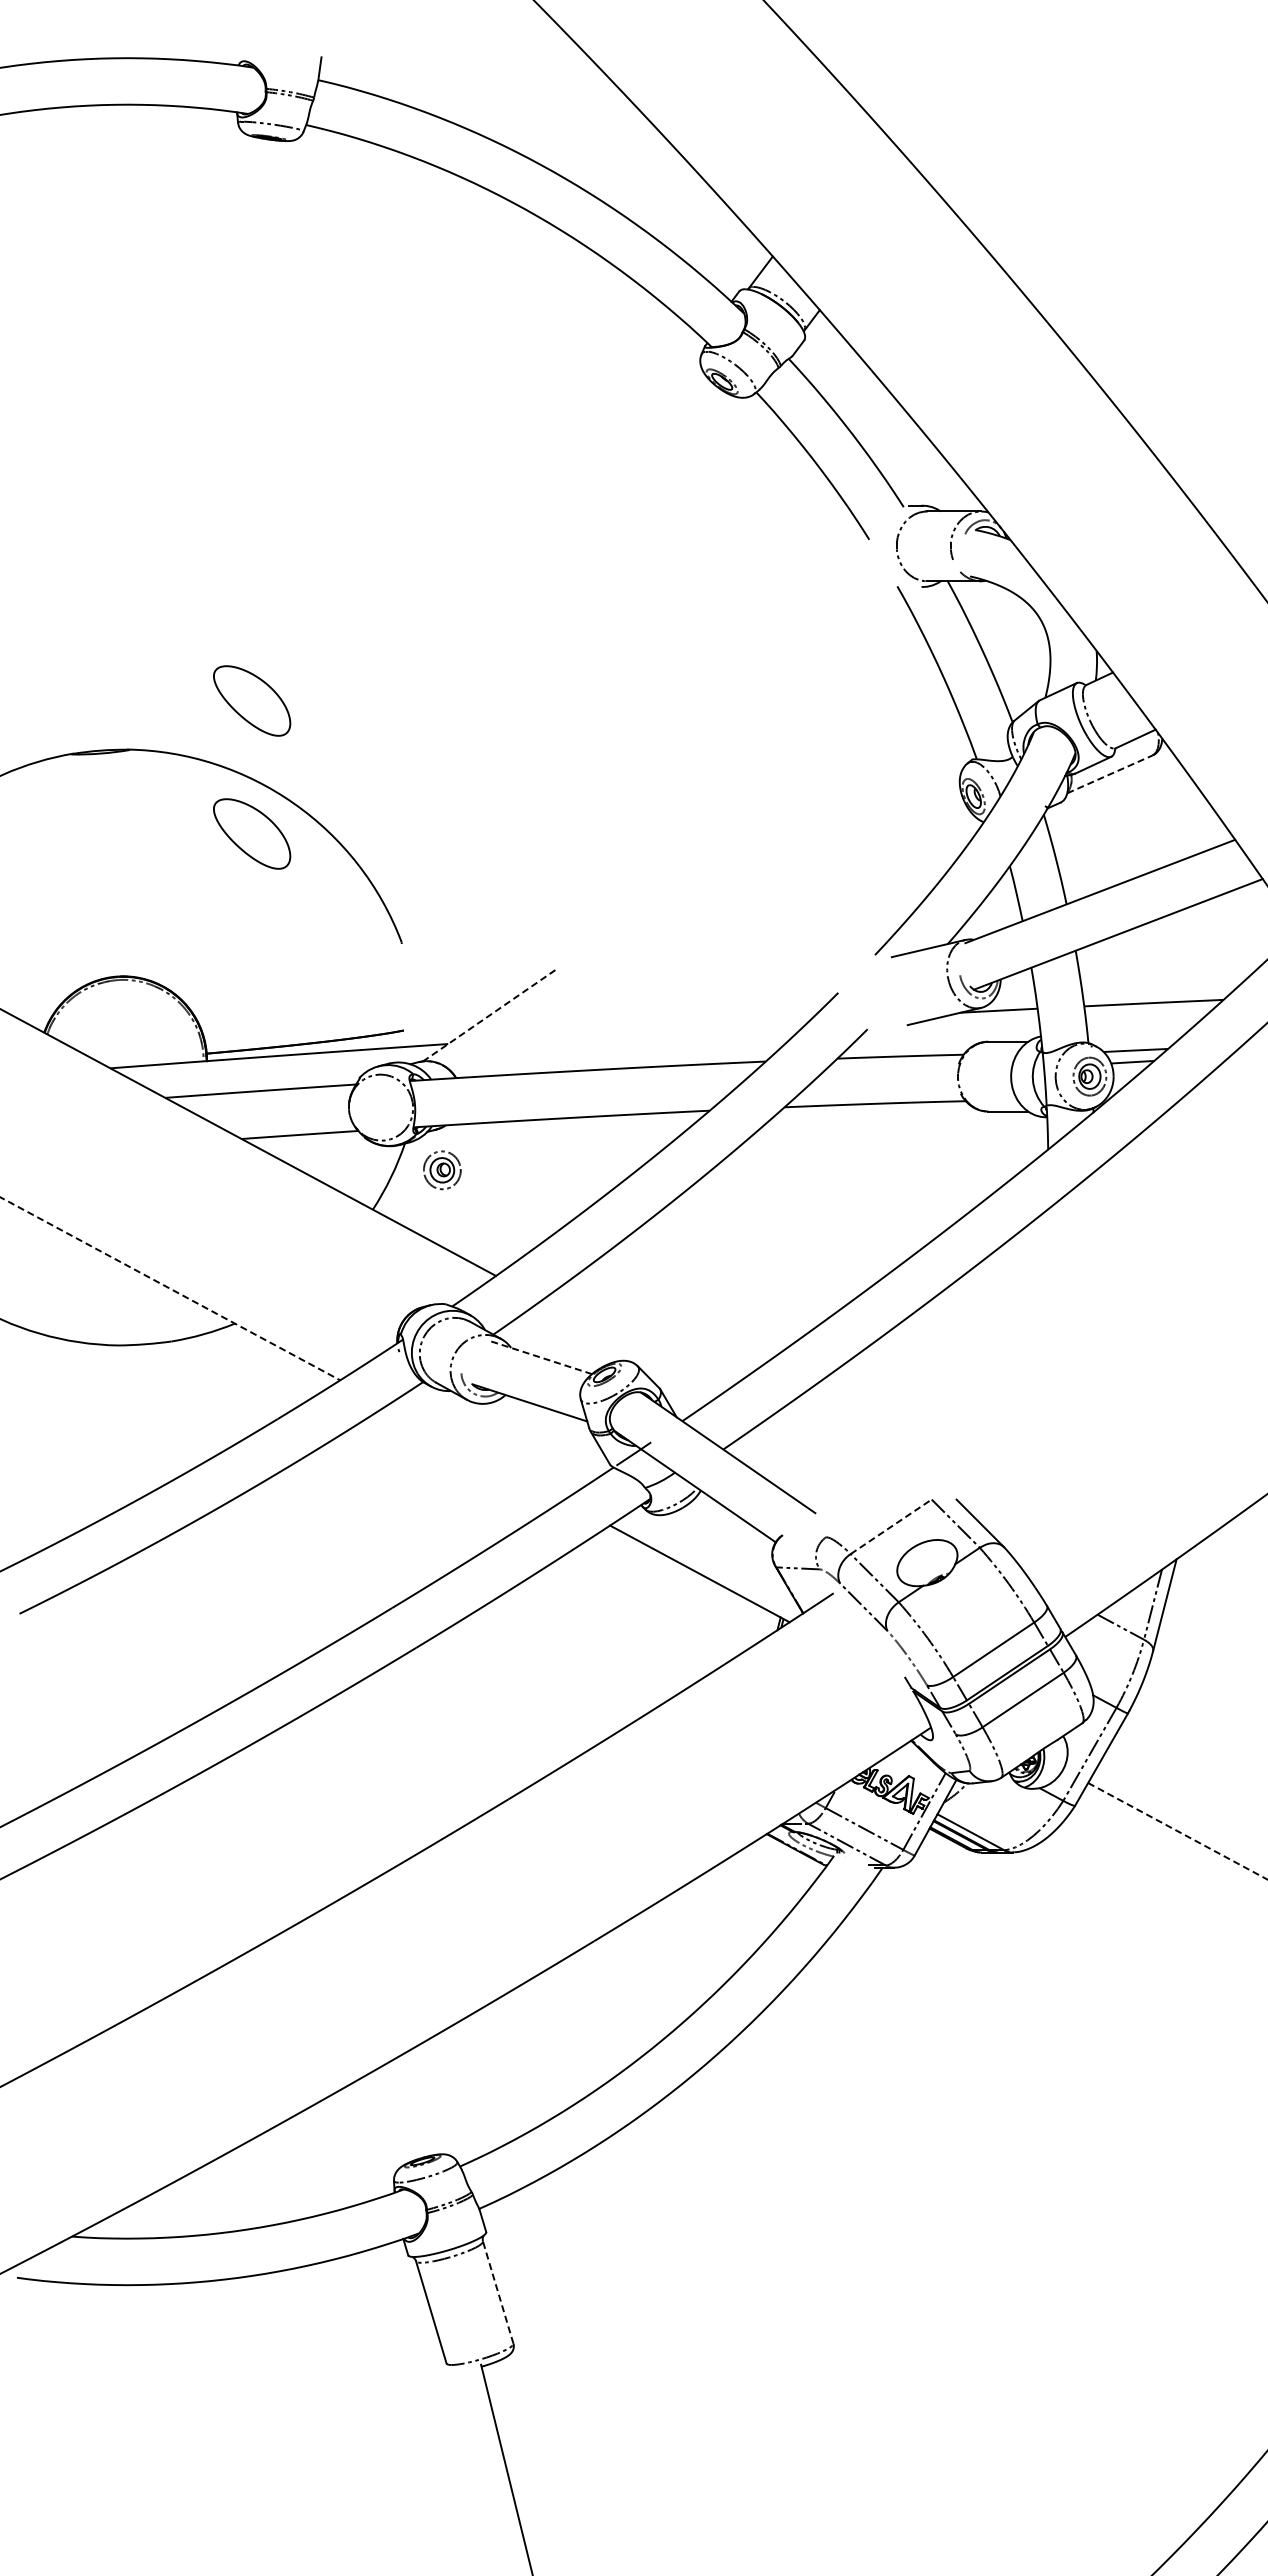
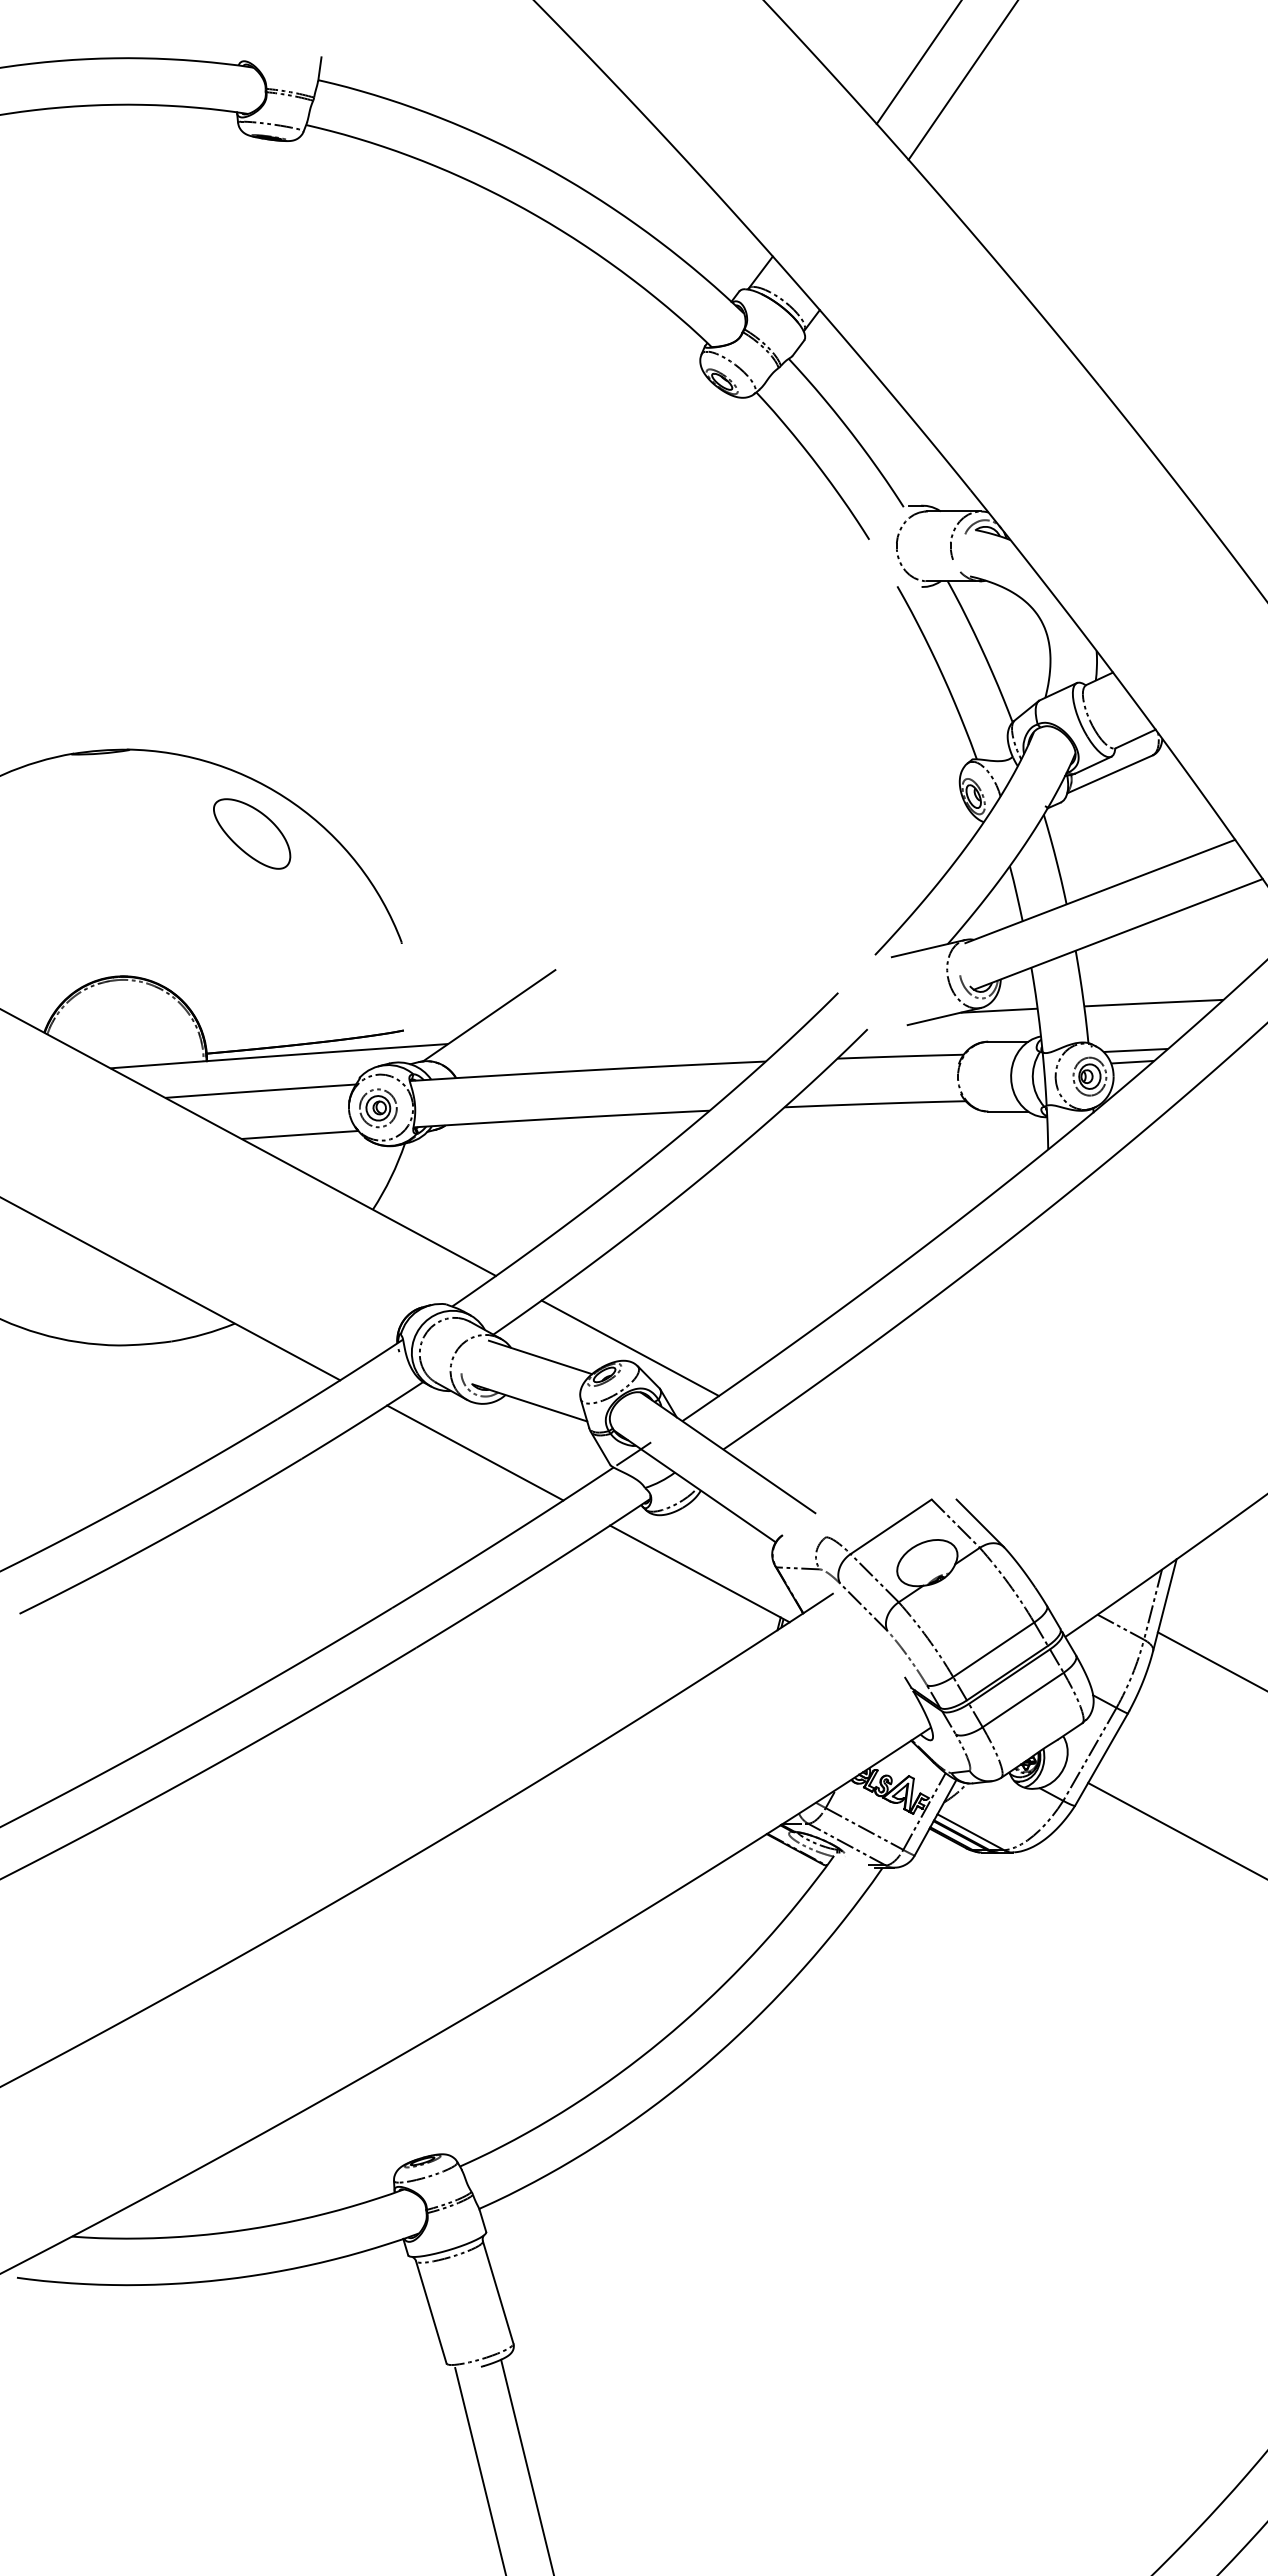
line at (918, 63): none -> present
line at (962, 80): none -> present
part at (252, 700): present -> none
line at (1109, 774): dashed -> solid
line at (488, 1016): dashed -> solid
part at (442, 1170) position: (442, 1170) -> (378, 1108)
line at (170, 1288): dashed -> solid
line at (629, 1348): none -> present
line at (540, 1357): dashed -> solid
line at (475, 1452): none -> present
line at (891, 1526): dashed -> solid
line at (1210, 1660): none -> present
line at (1177, 1831): dashed -> solid
line at (498, 2292): dashed -> solid
line at (506, 2468) position: (506, 2468) -> (527, 2465)
line at (480, 2470): none -> present
